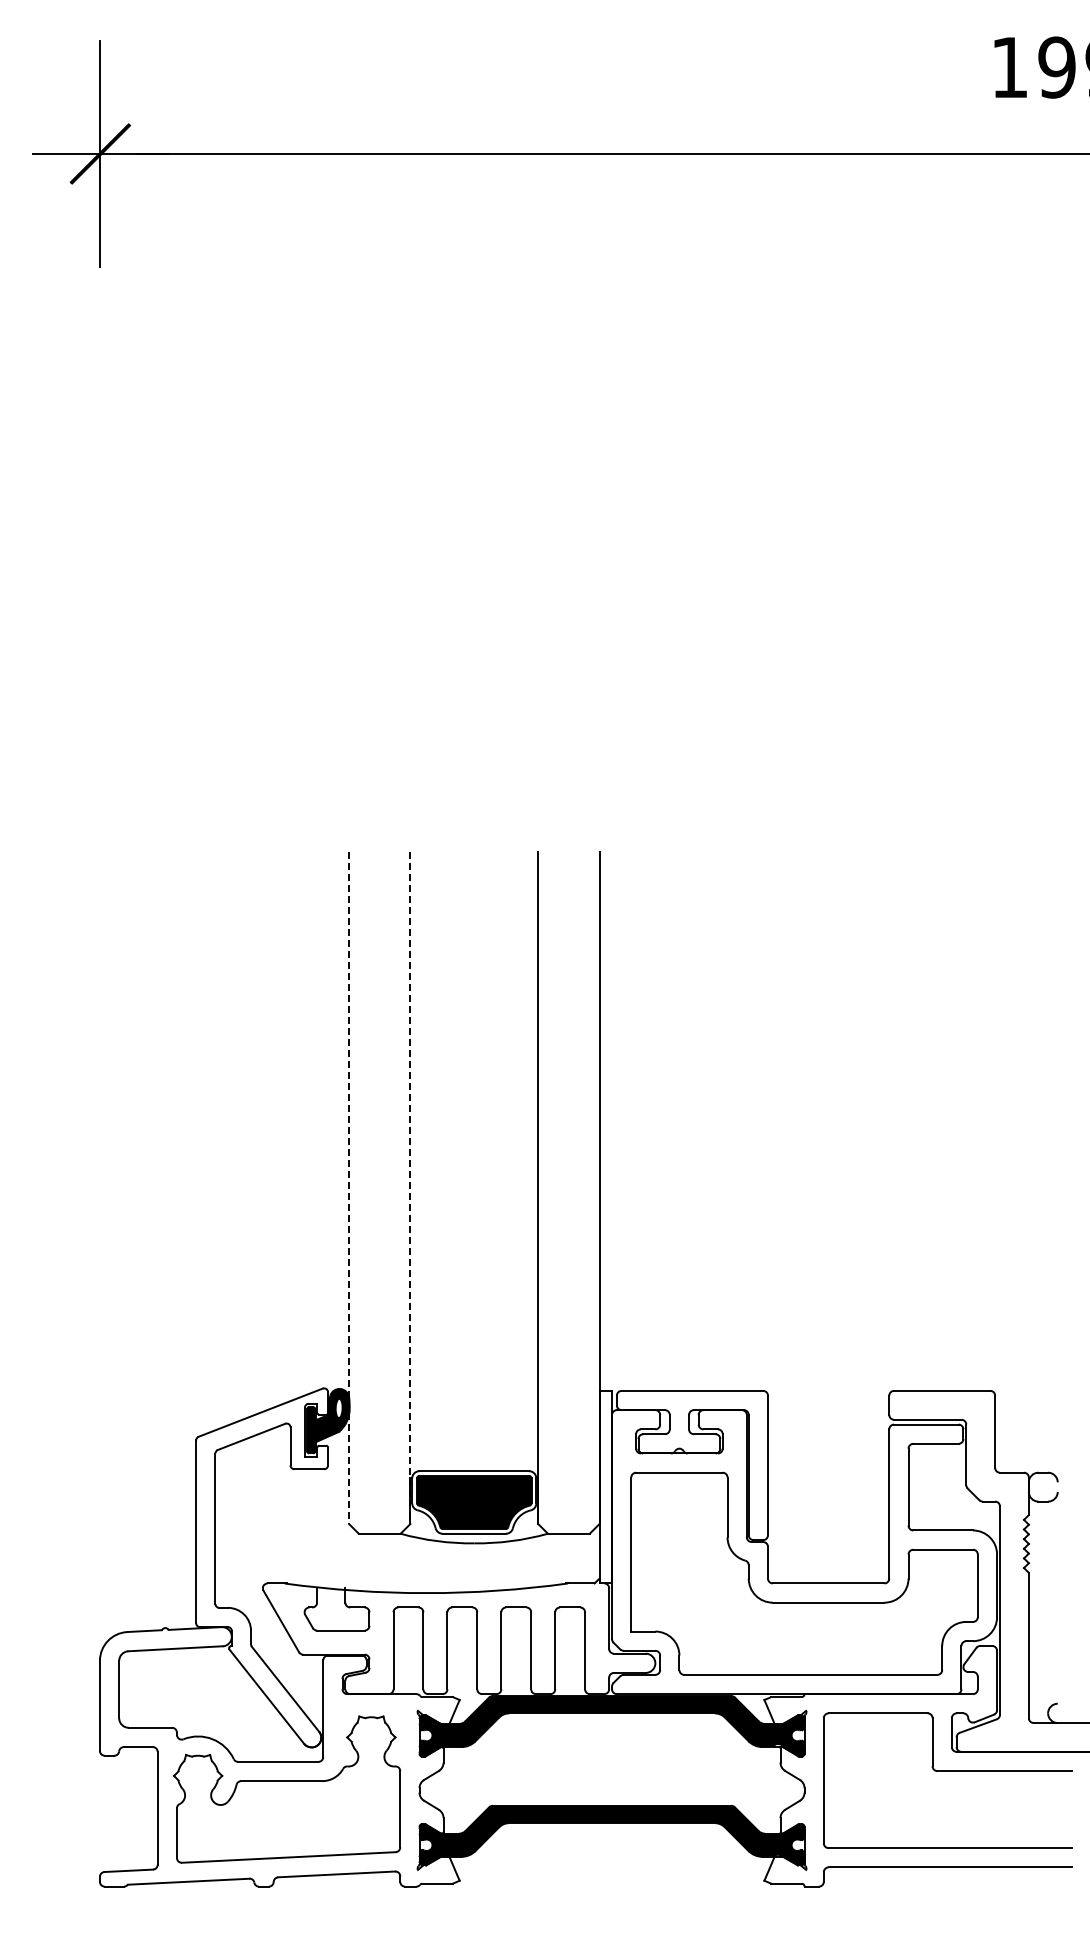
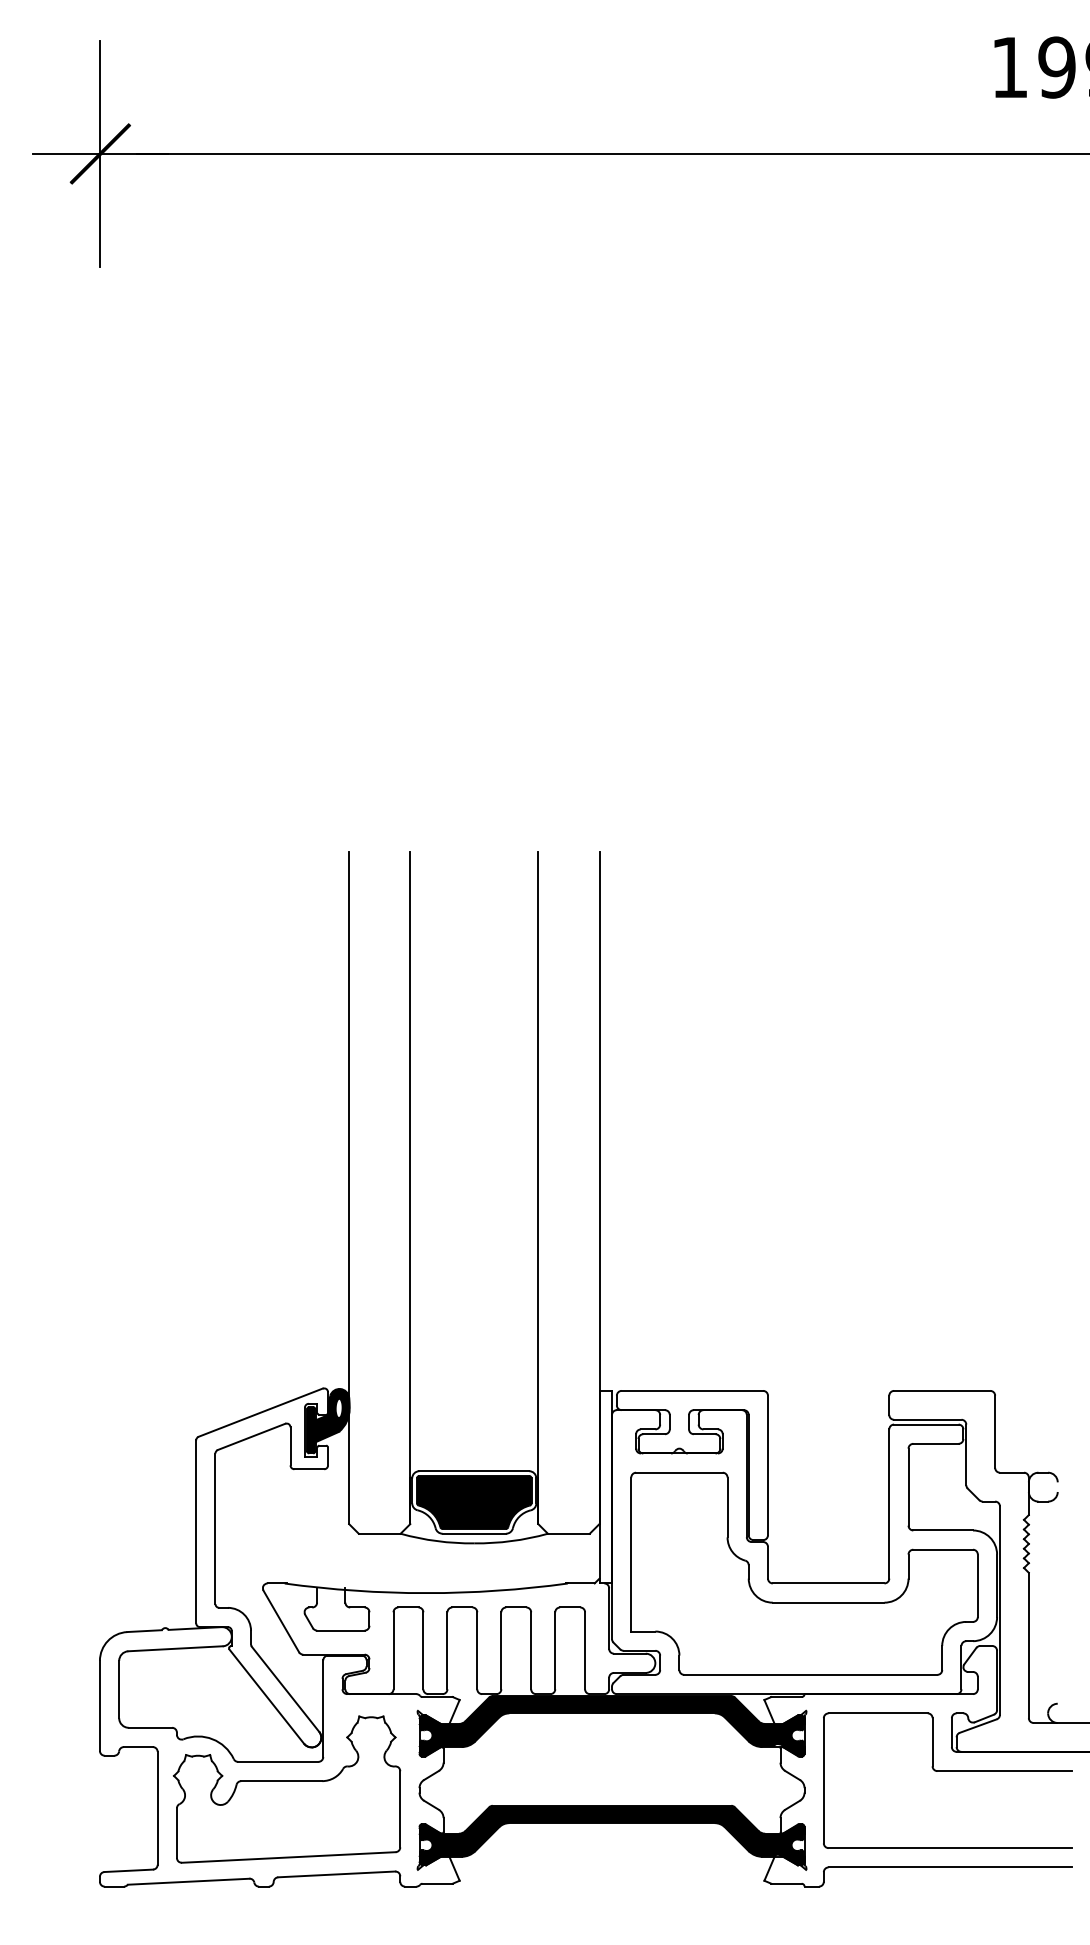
line at (349, 1188): dashed -> solid
line at (410, 1188): dashed -> solid
